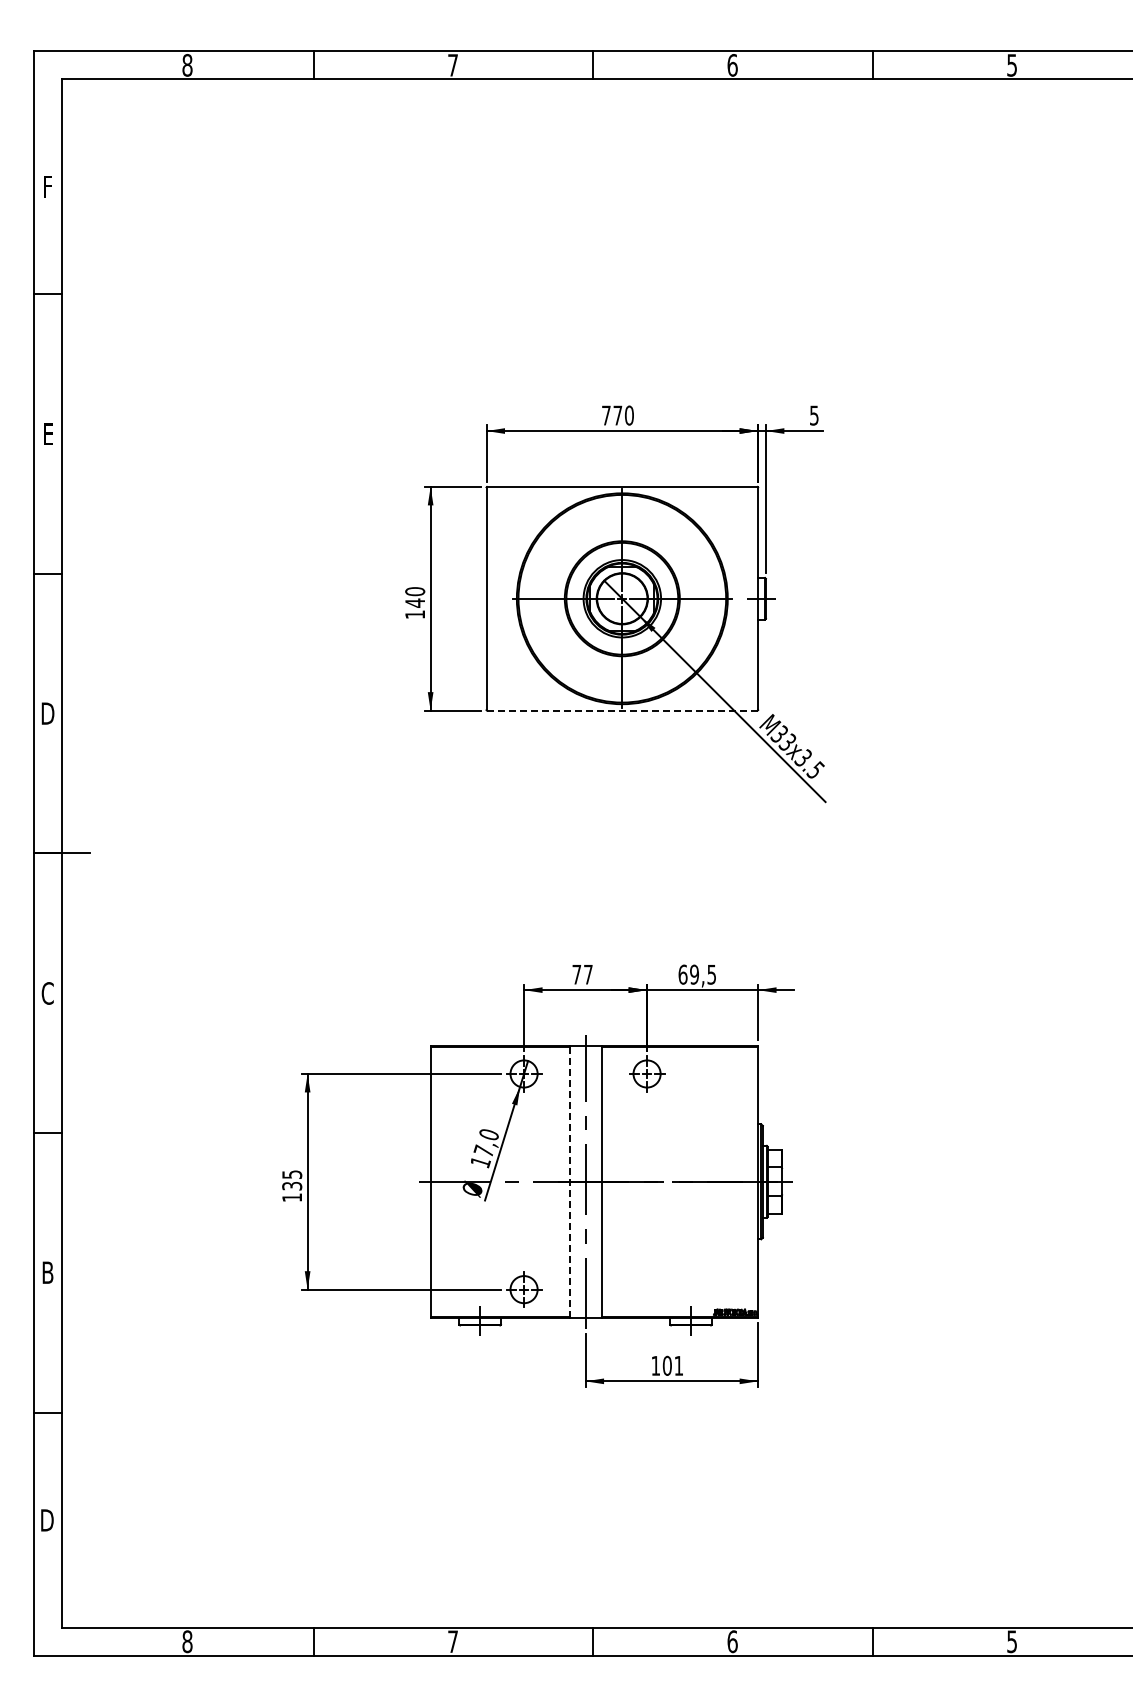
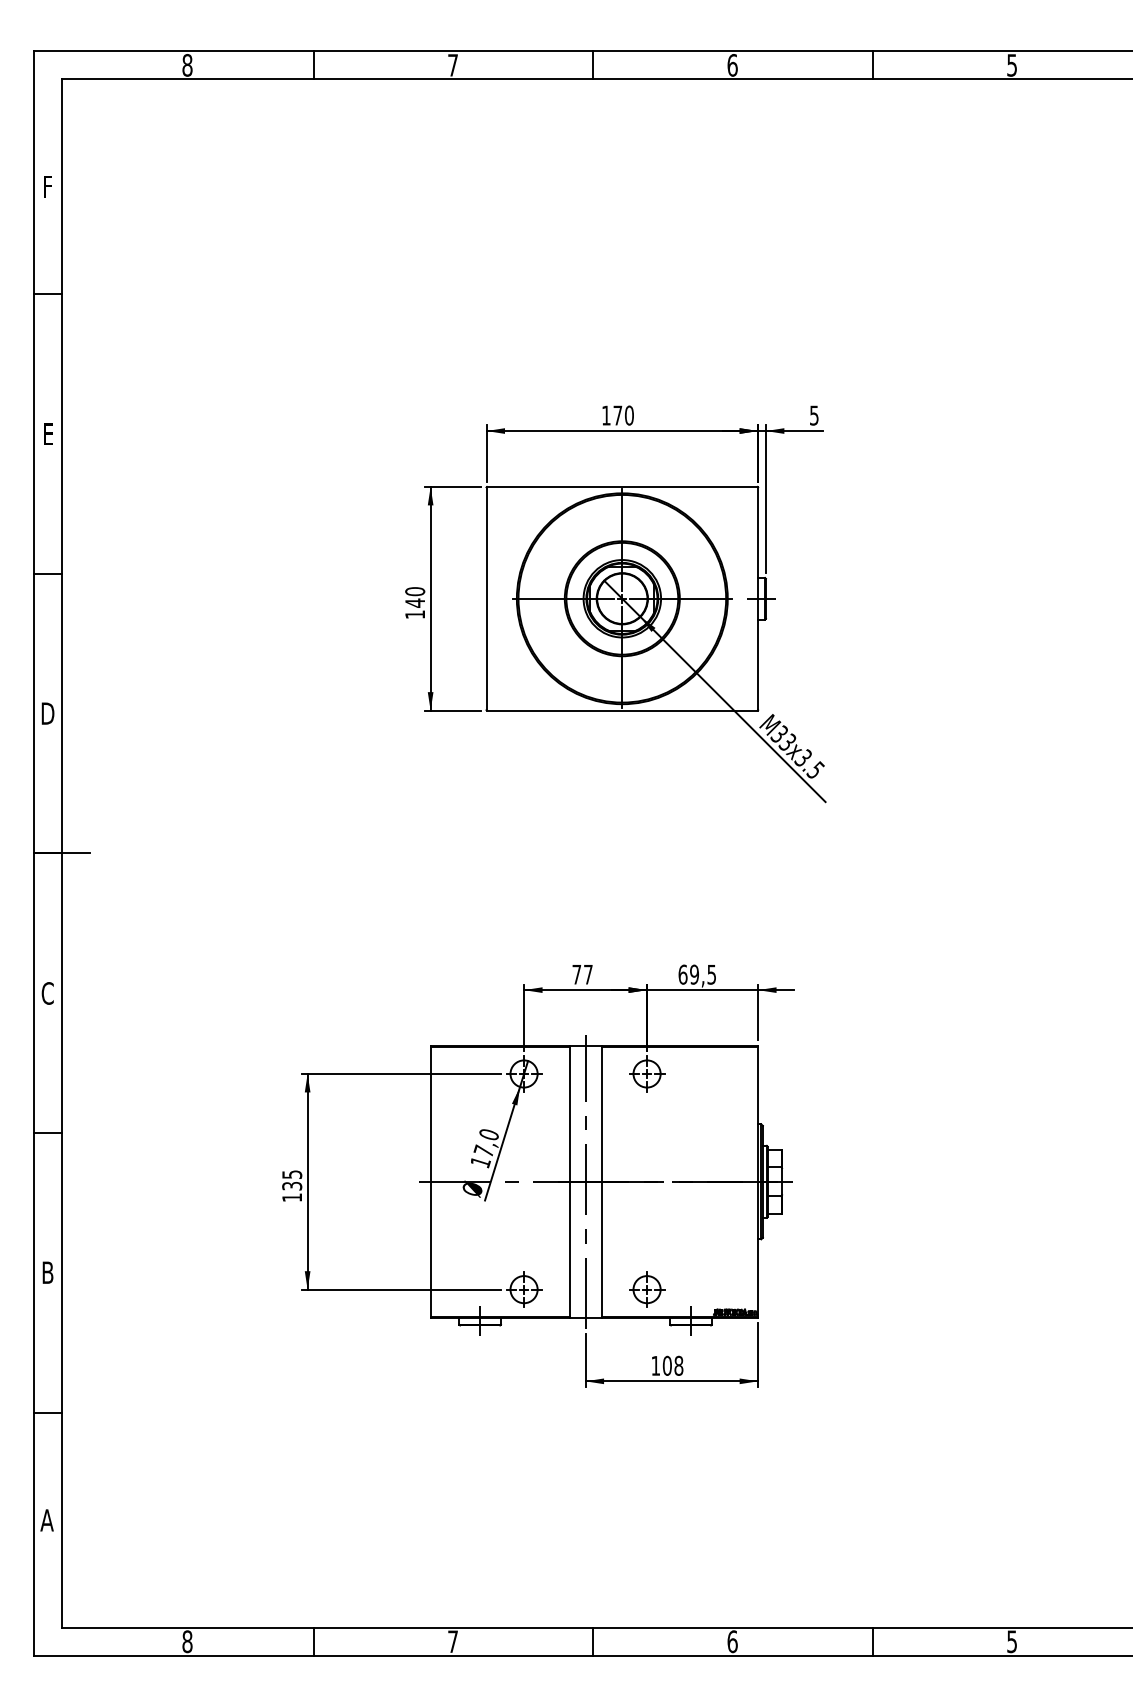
text at (606, 415): 770 -> 170
line at (621, 710): dashed -> solid
line at (569, 1182): dashed -> solid
part at (647, 1289): none -> present
text at (678, 1365): 101 -> 108
text at (46, 1520): D -> A
